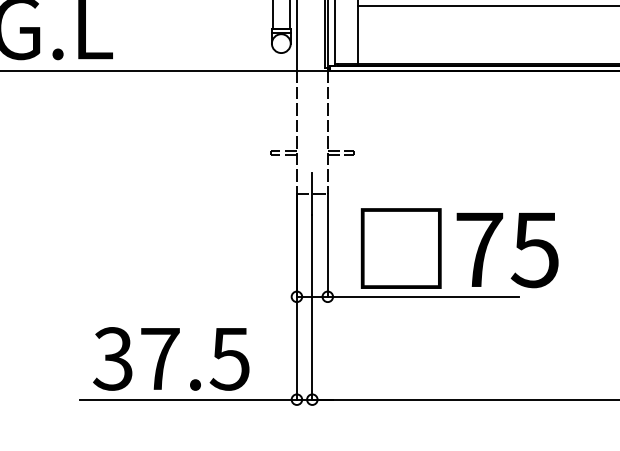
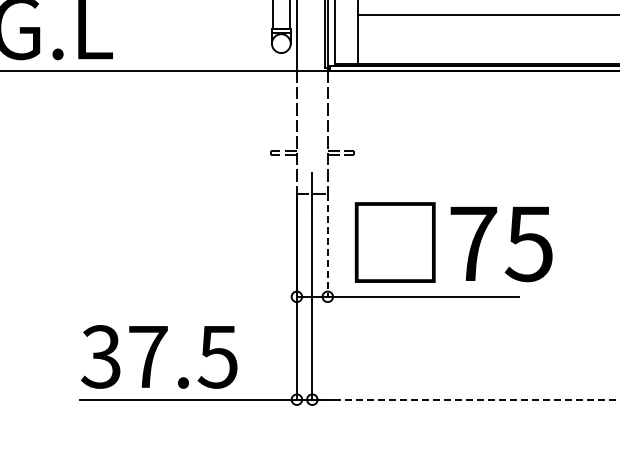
line at (486, 5) position: (486, 5) -> (486, 14)
line at (327, 246): solid -> dashed
text at (459, 248) position: (459, 248) -> (453, 242)
text at (171, 358) position: (171, 358) -> (159, 356)
line at (466, 399): solid -> dashed
